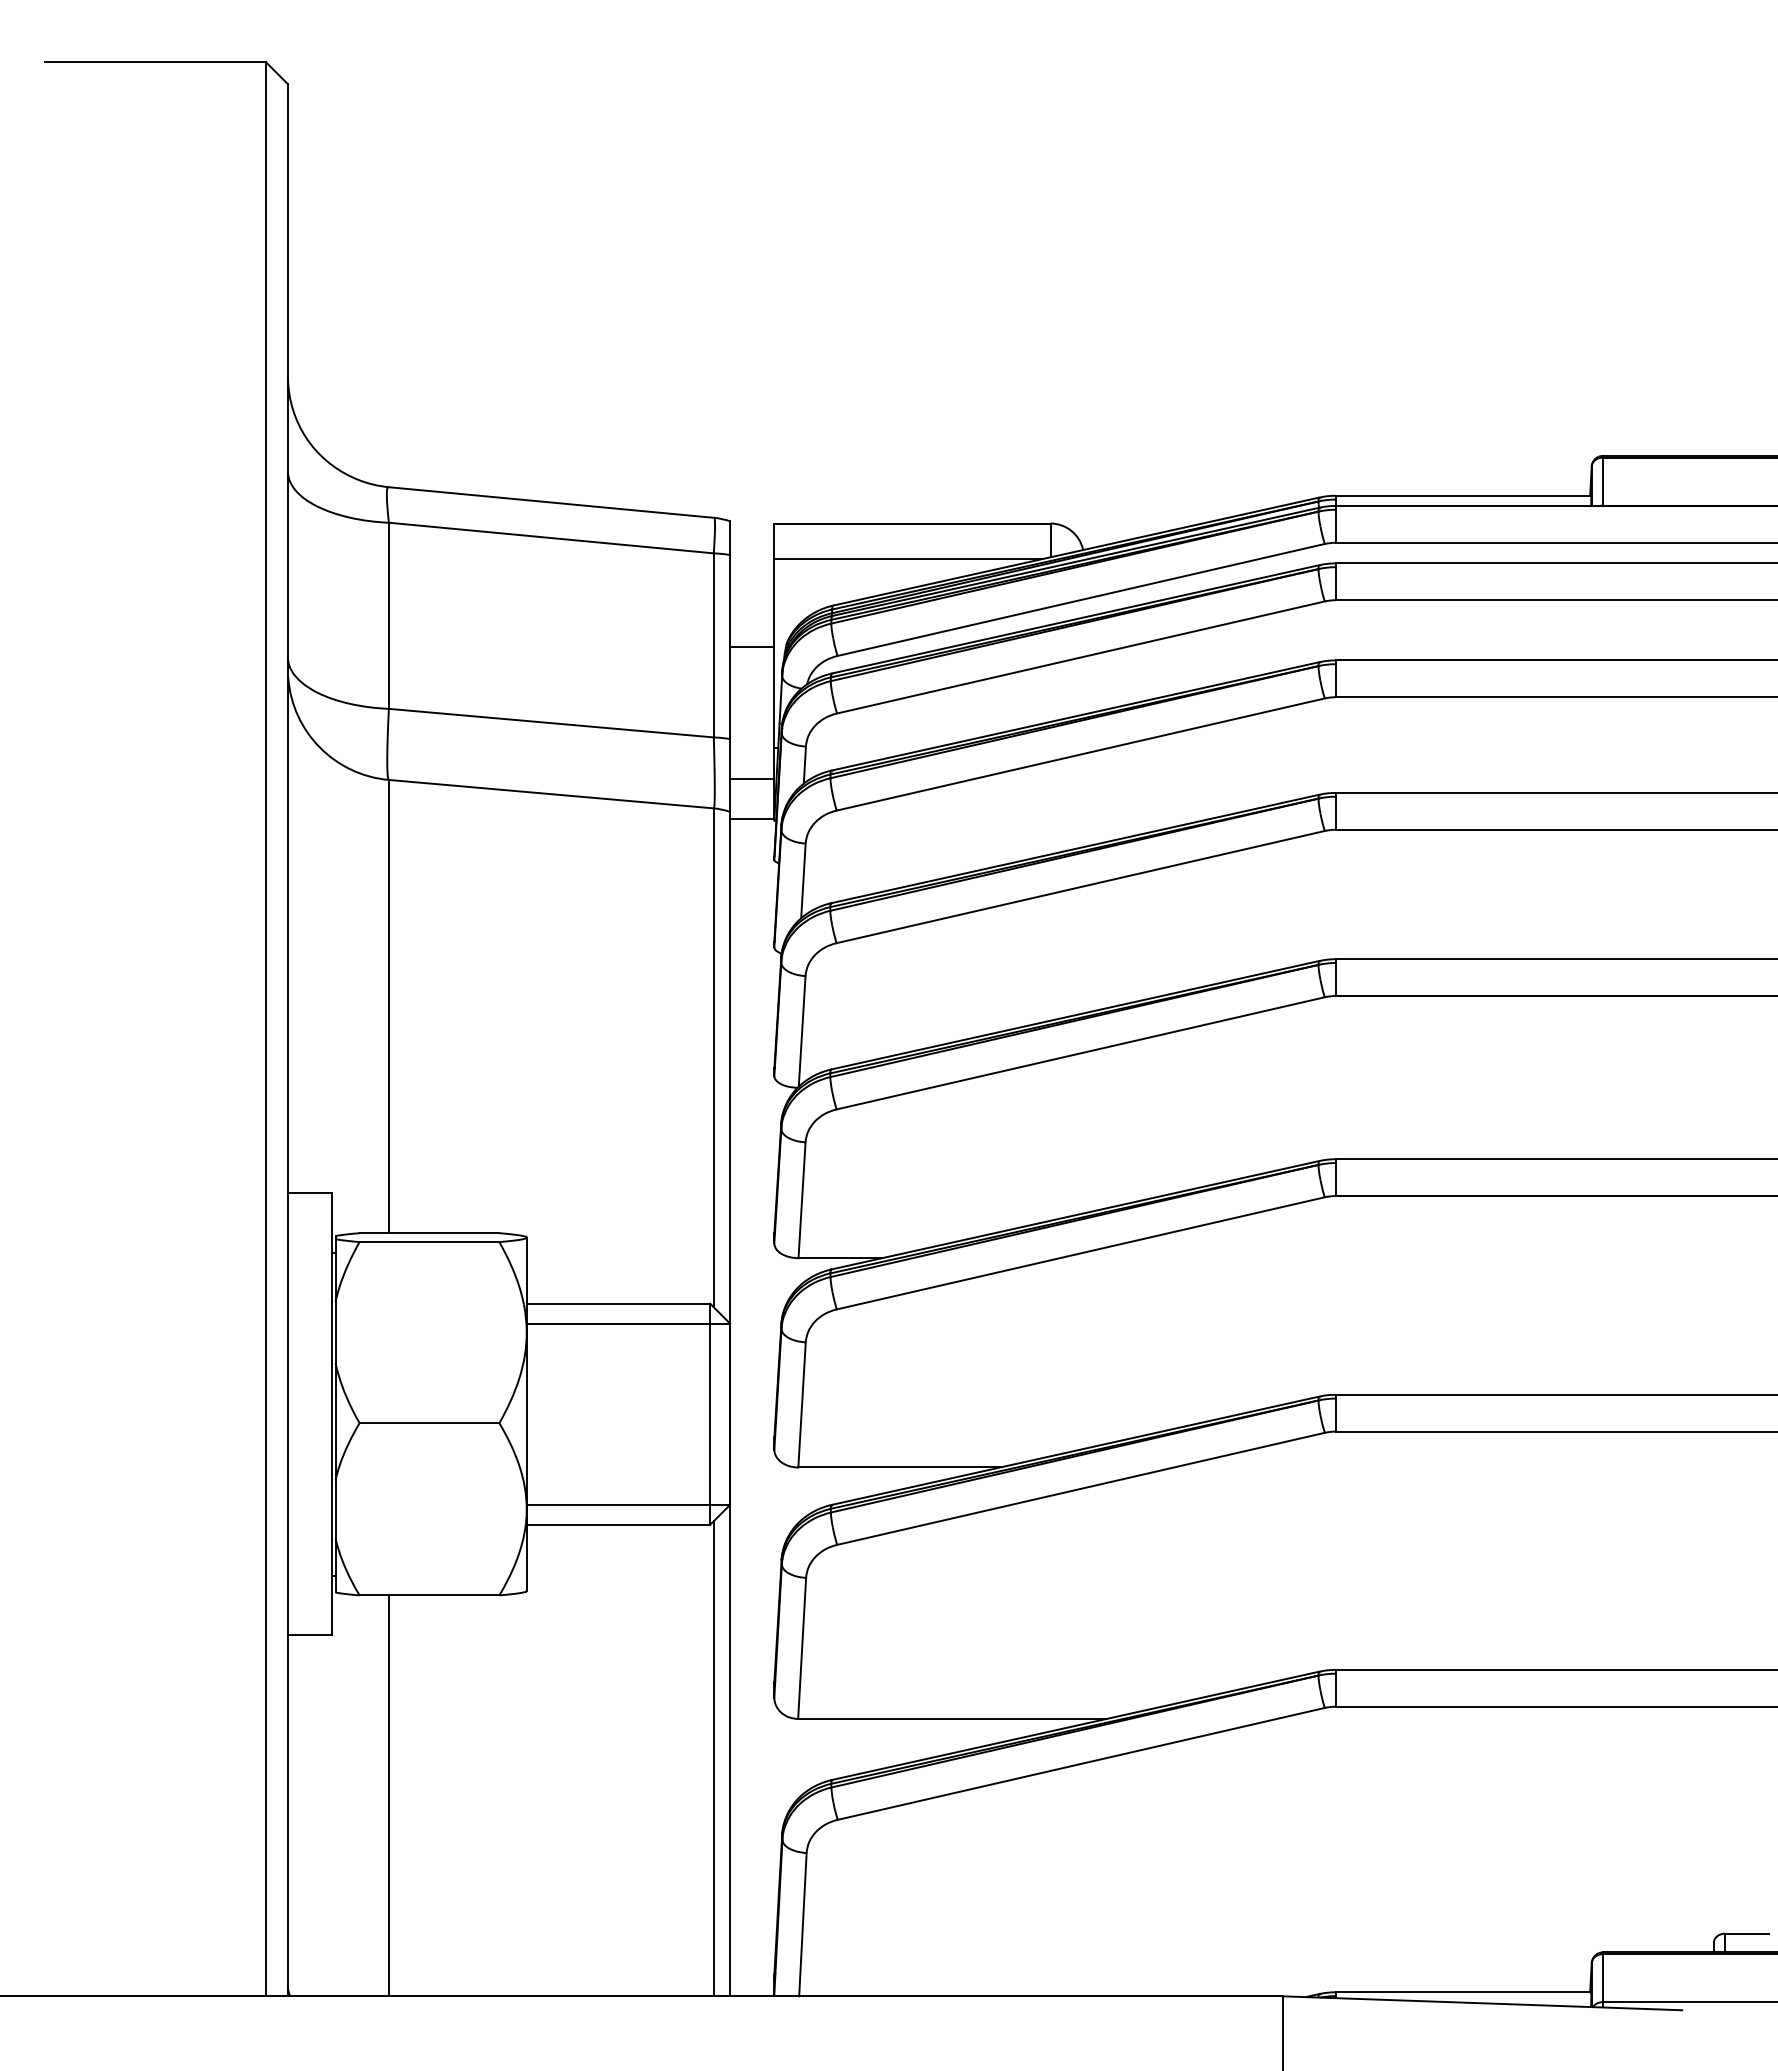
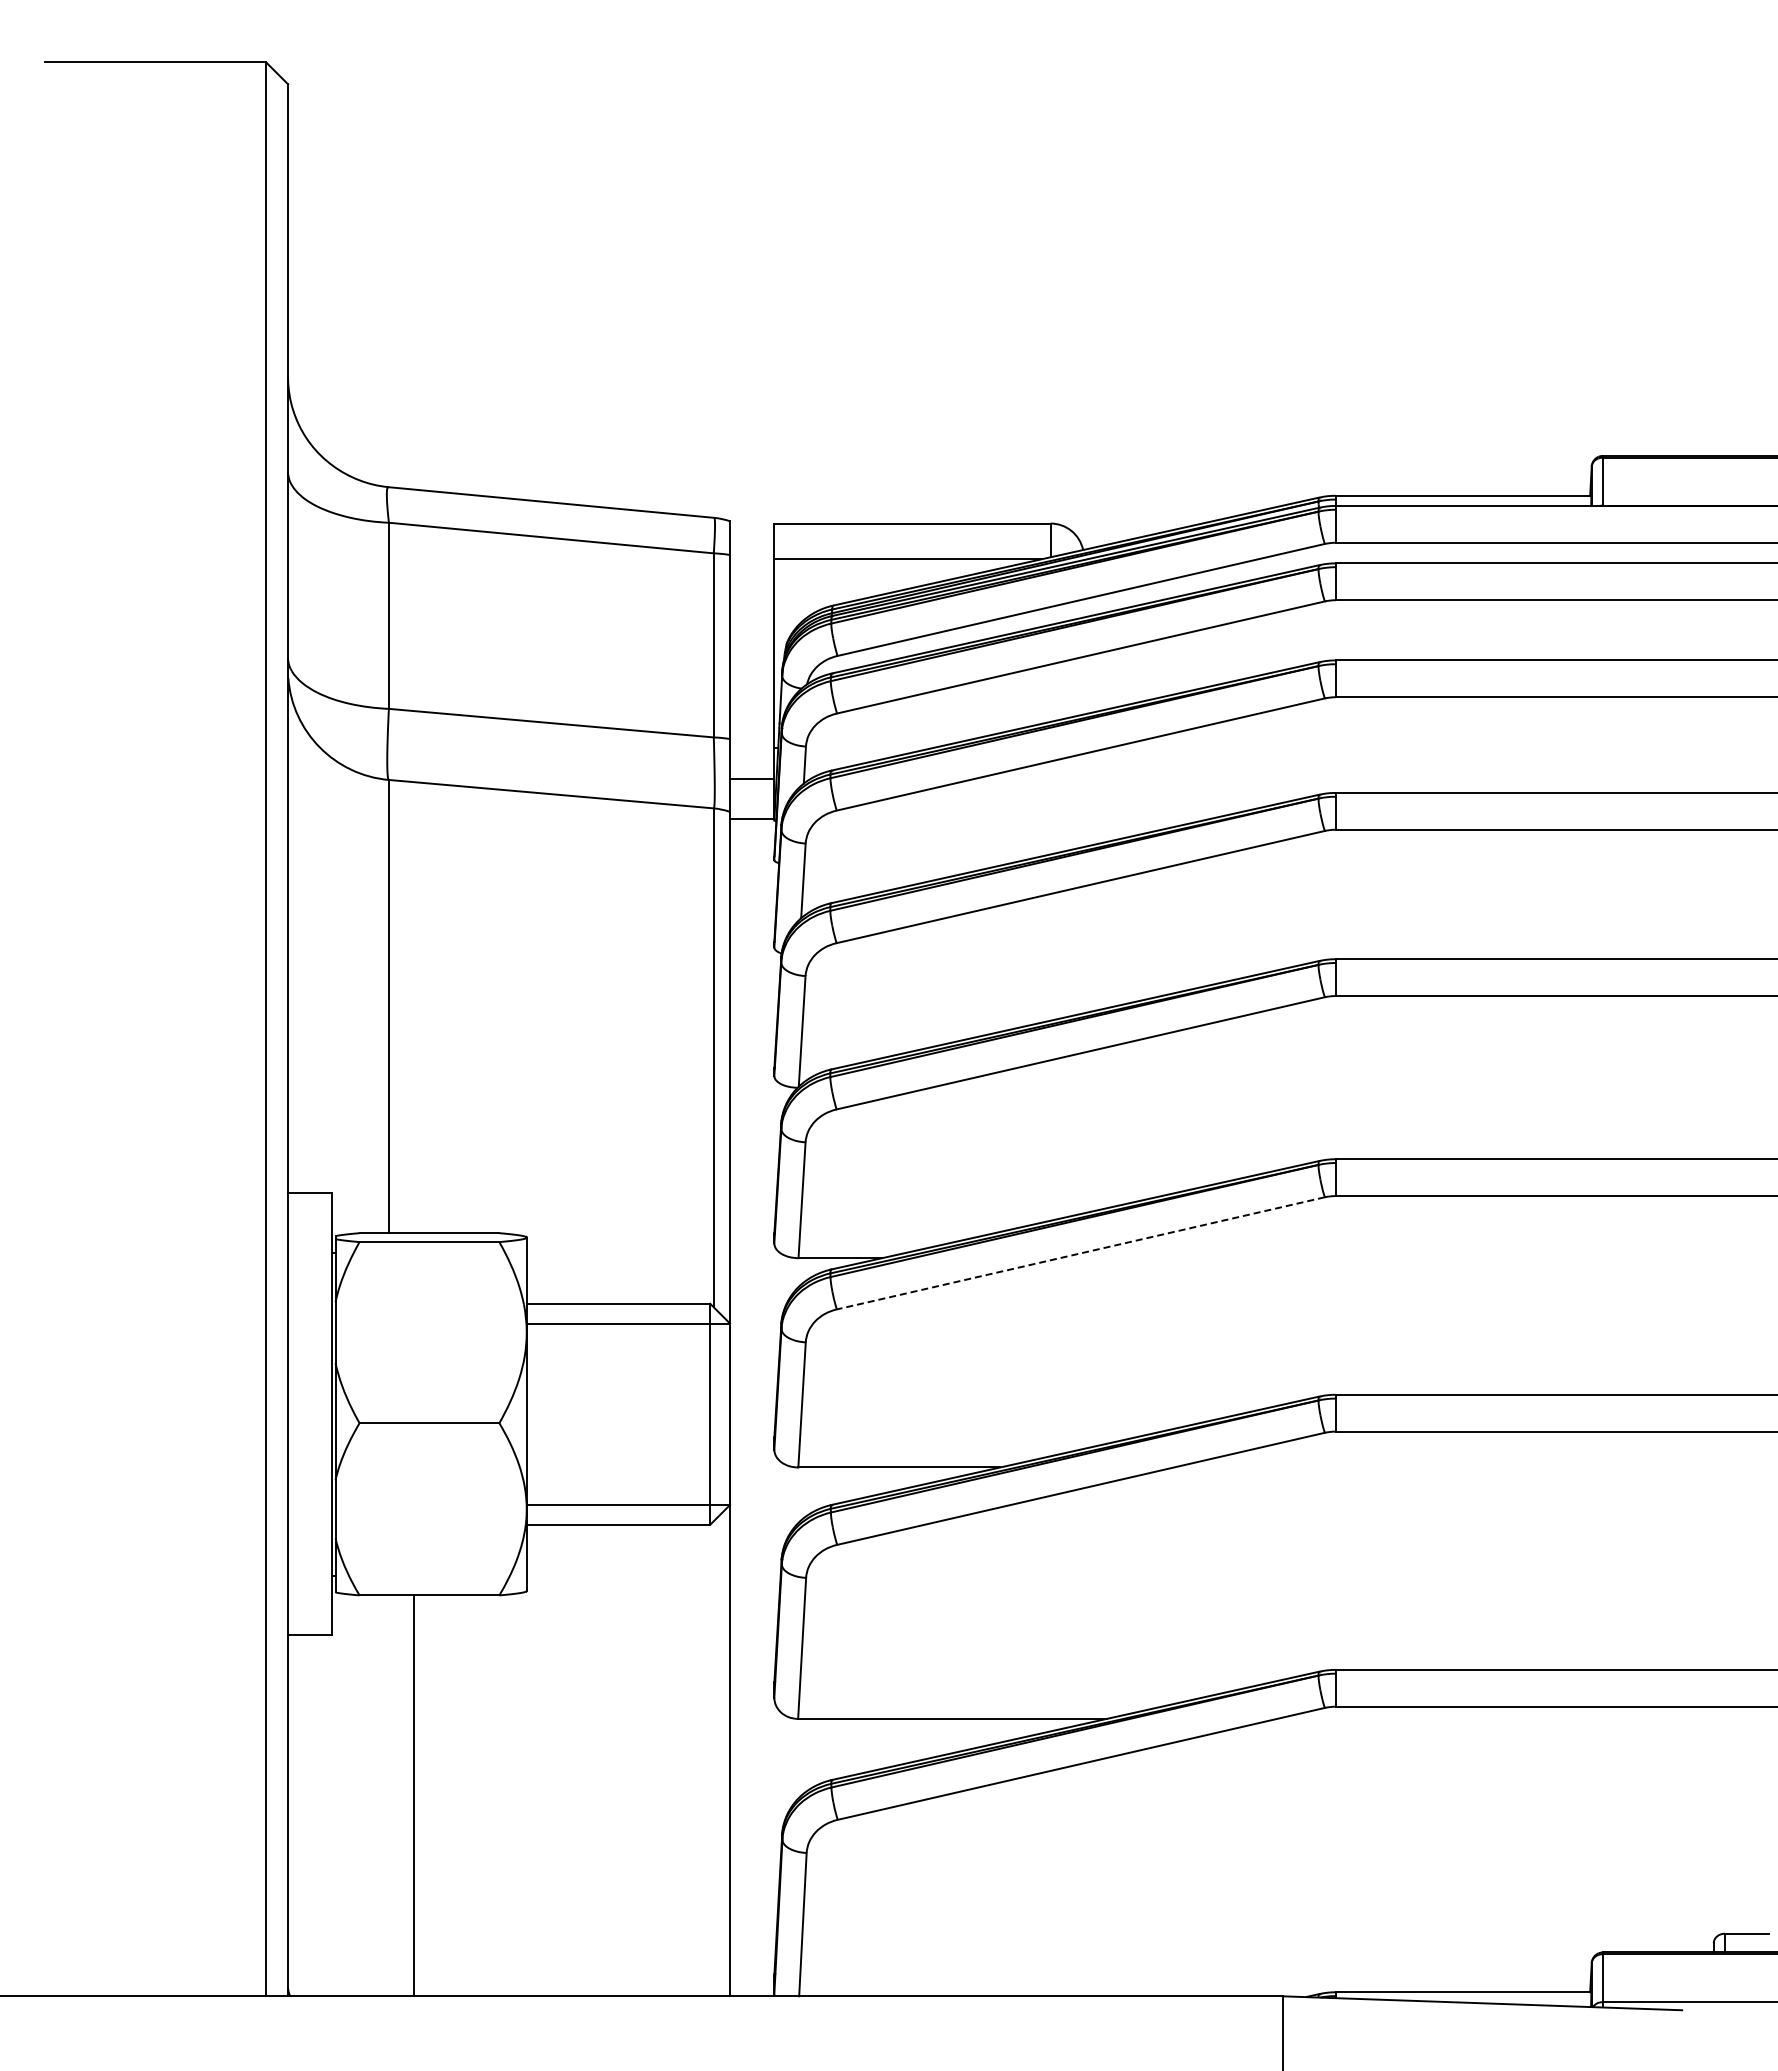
line at (752, 646): present -> none
line at (1080, 1253): solid -> dashed
line at (713, 1758): present -> none
line at (388, 1795) position: (388, 1795) -> (413, 1795)
